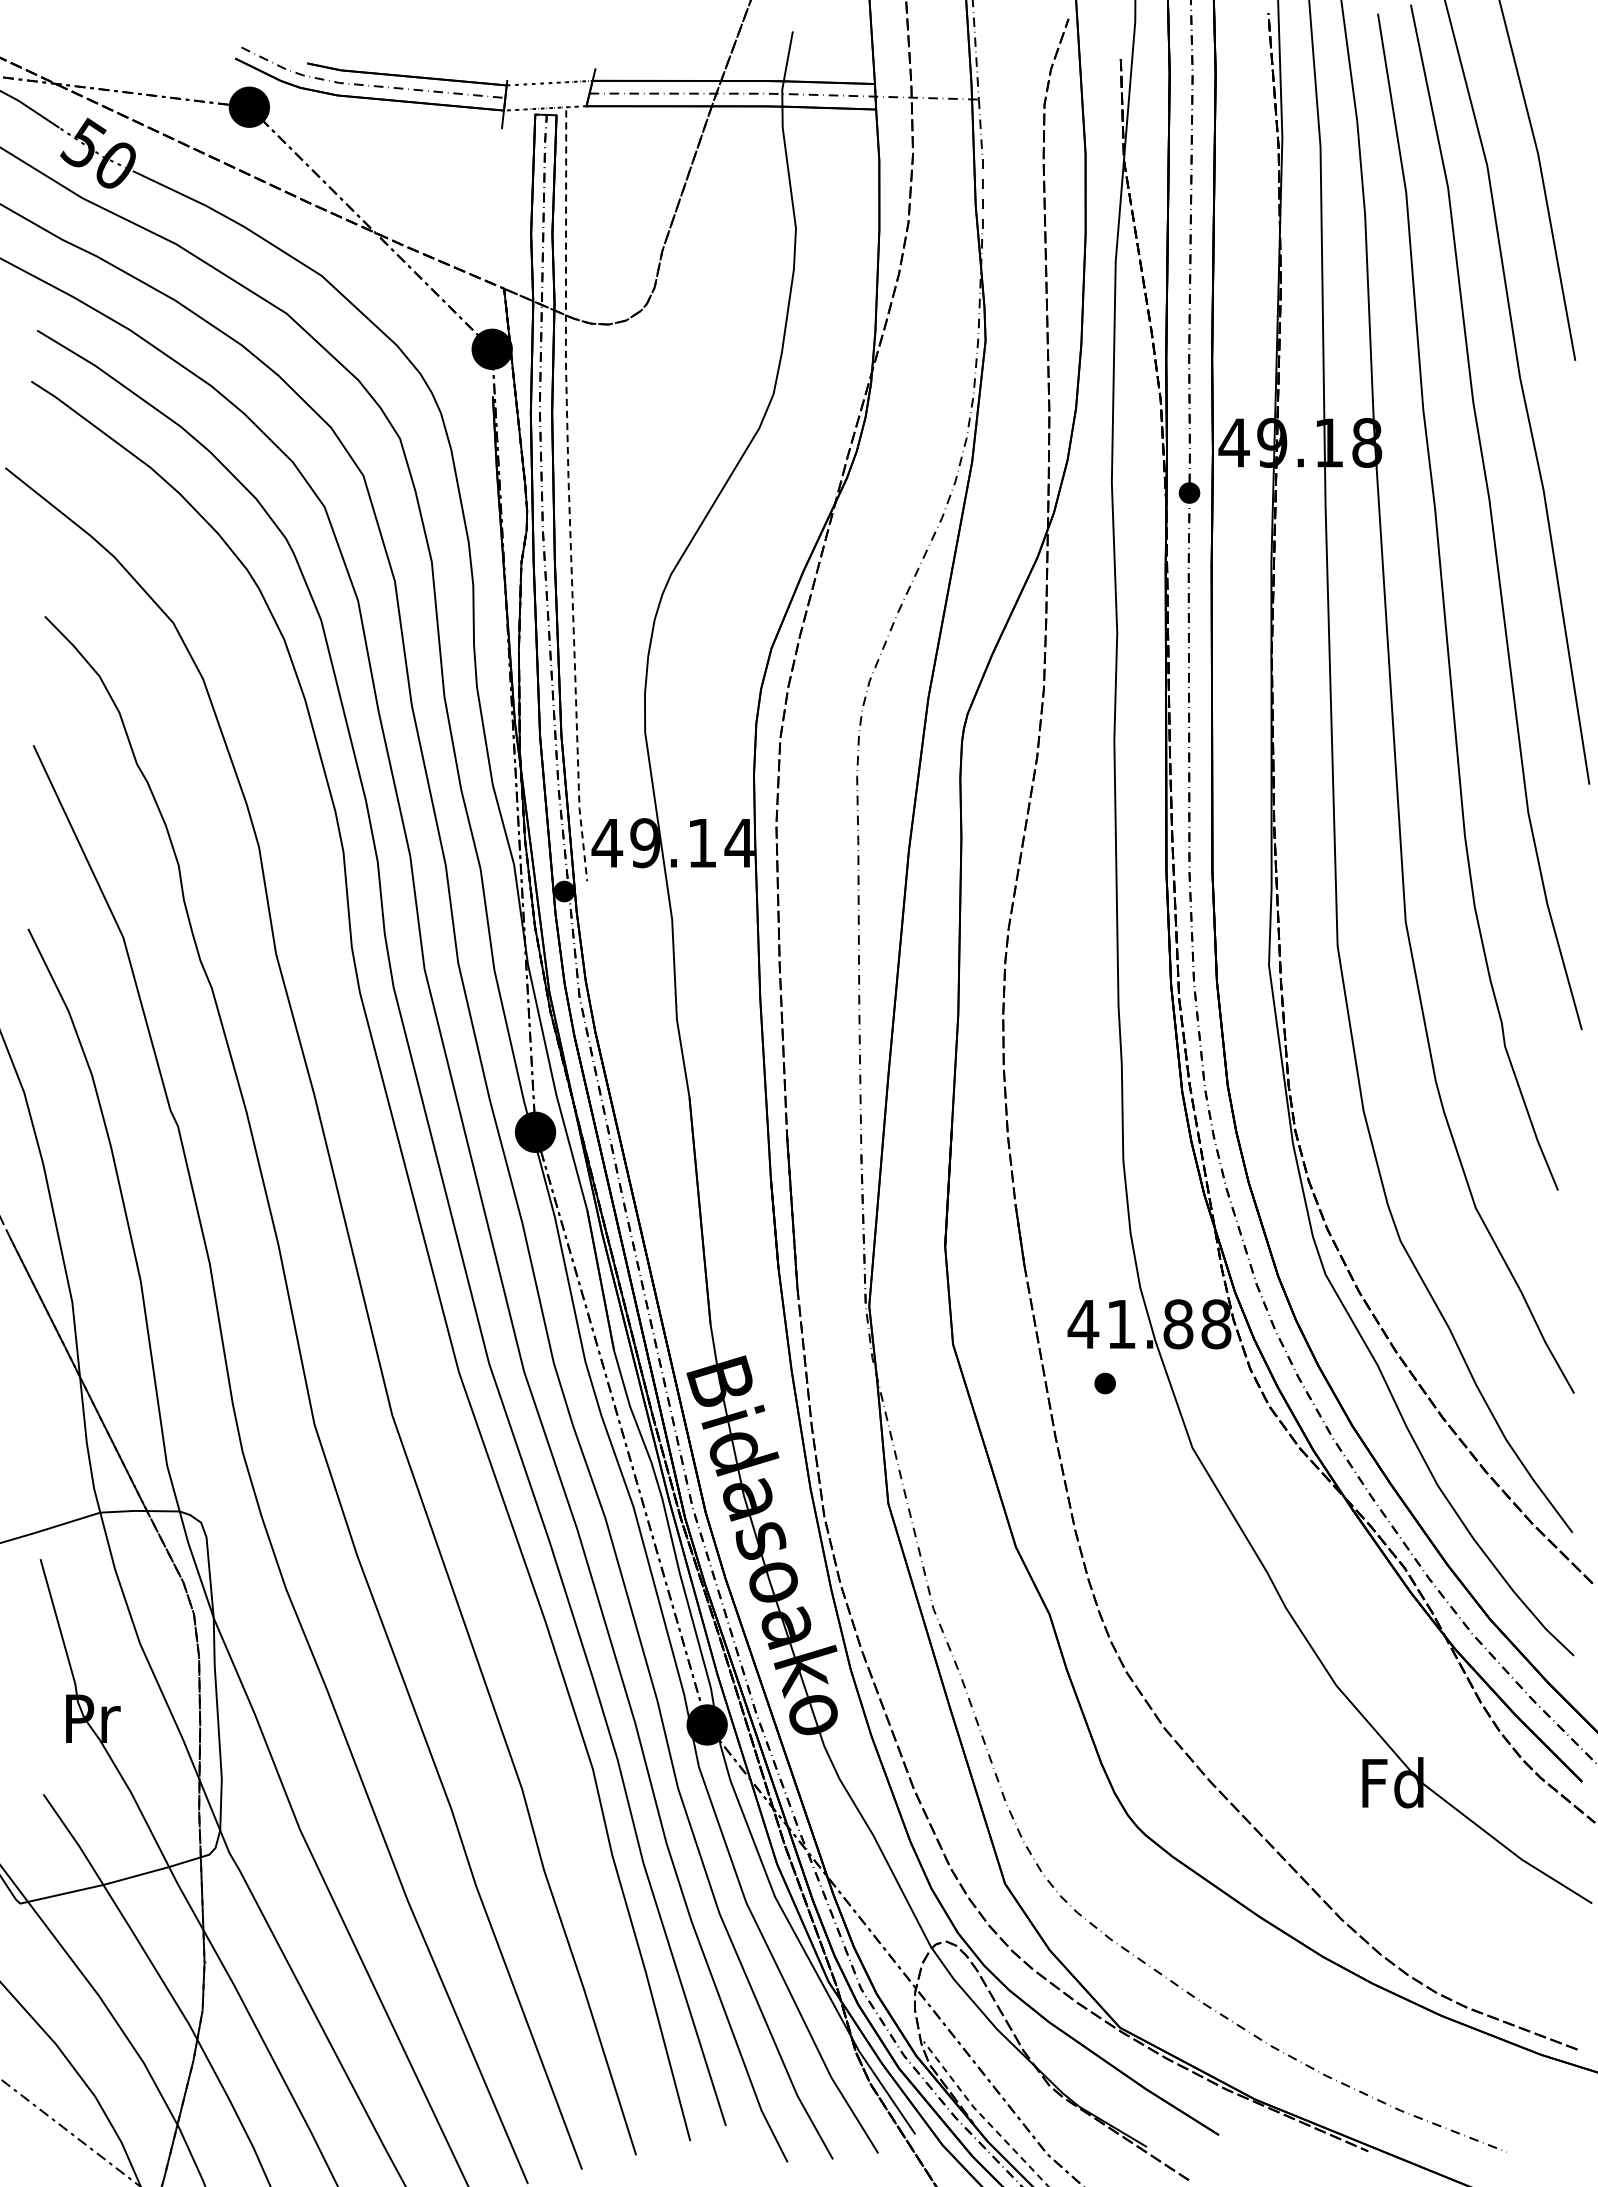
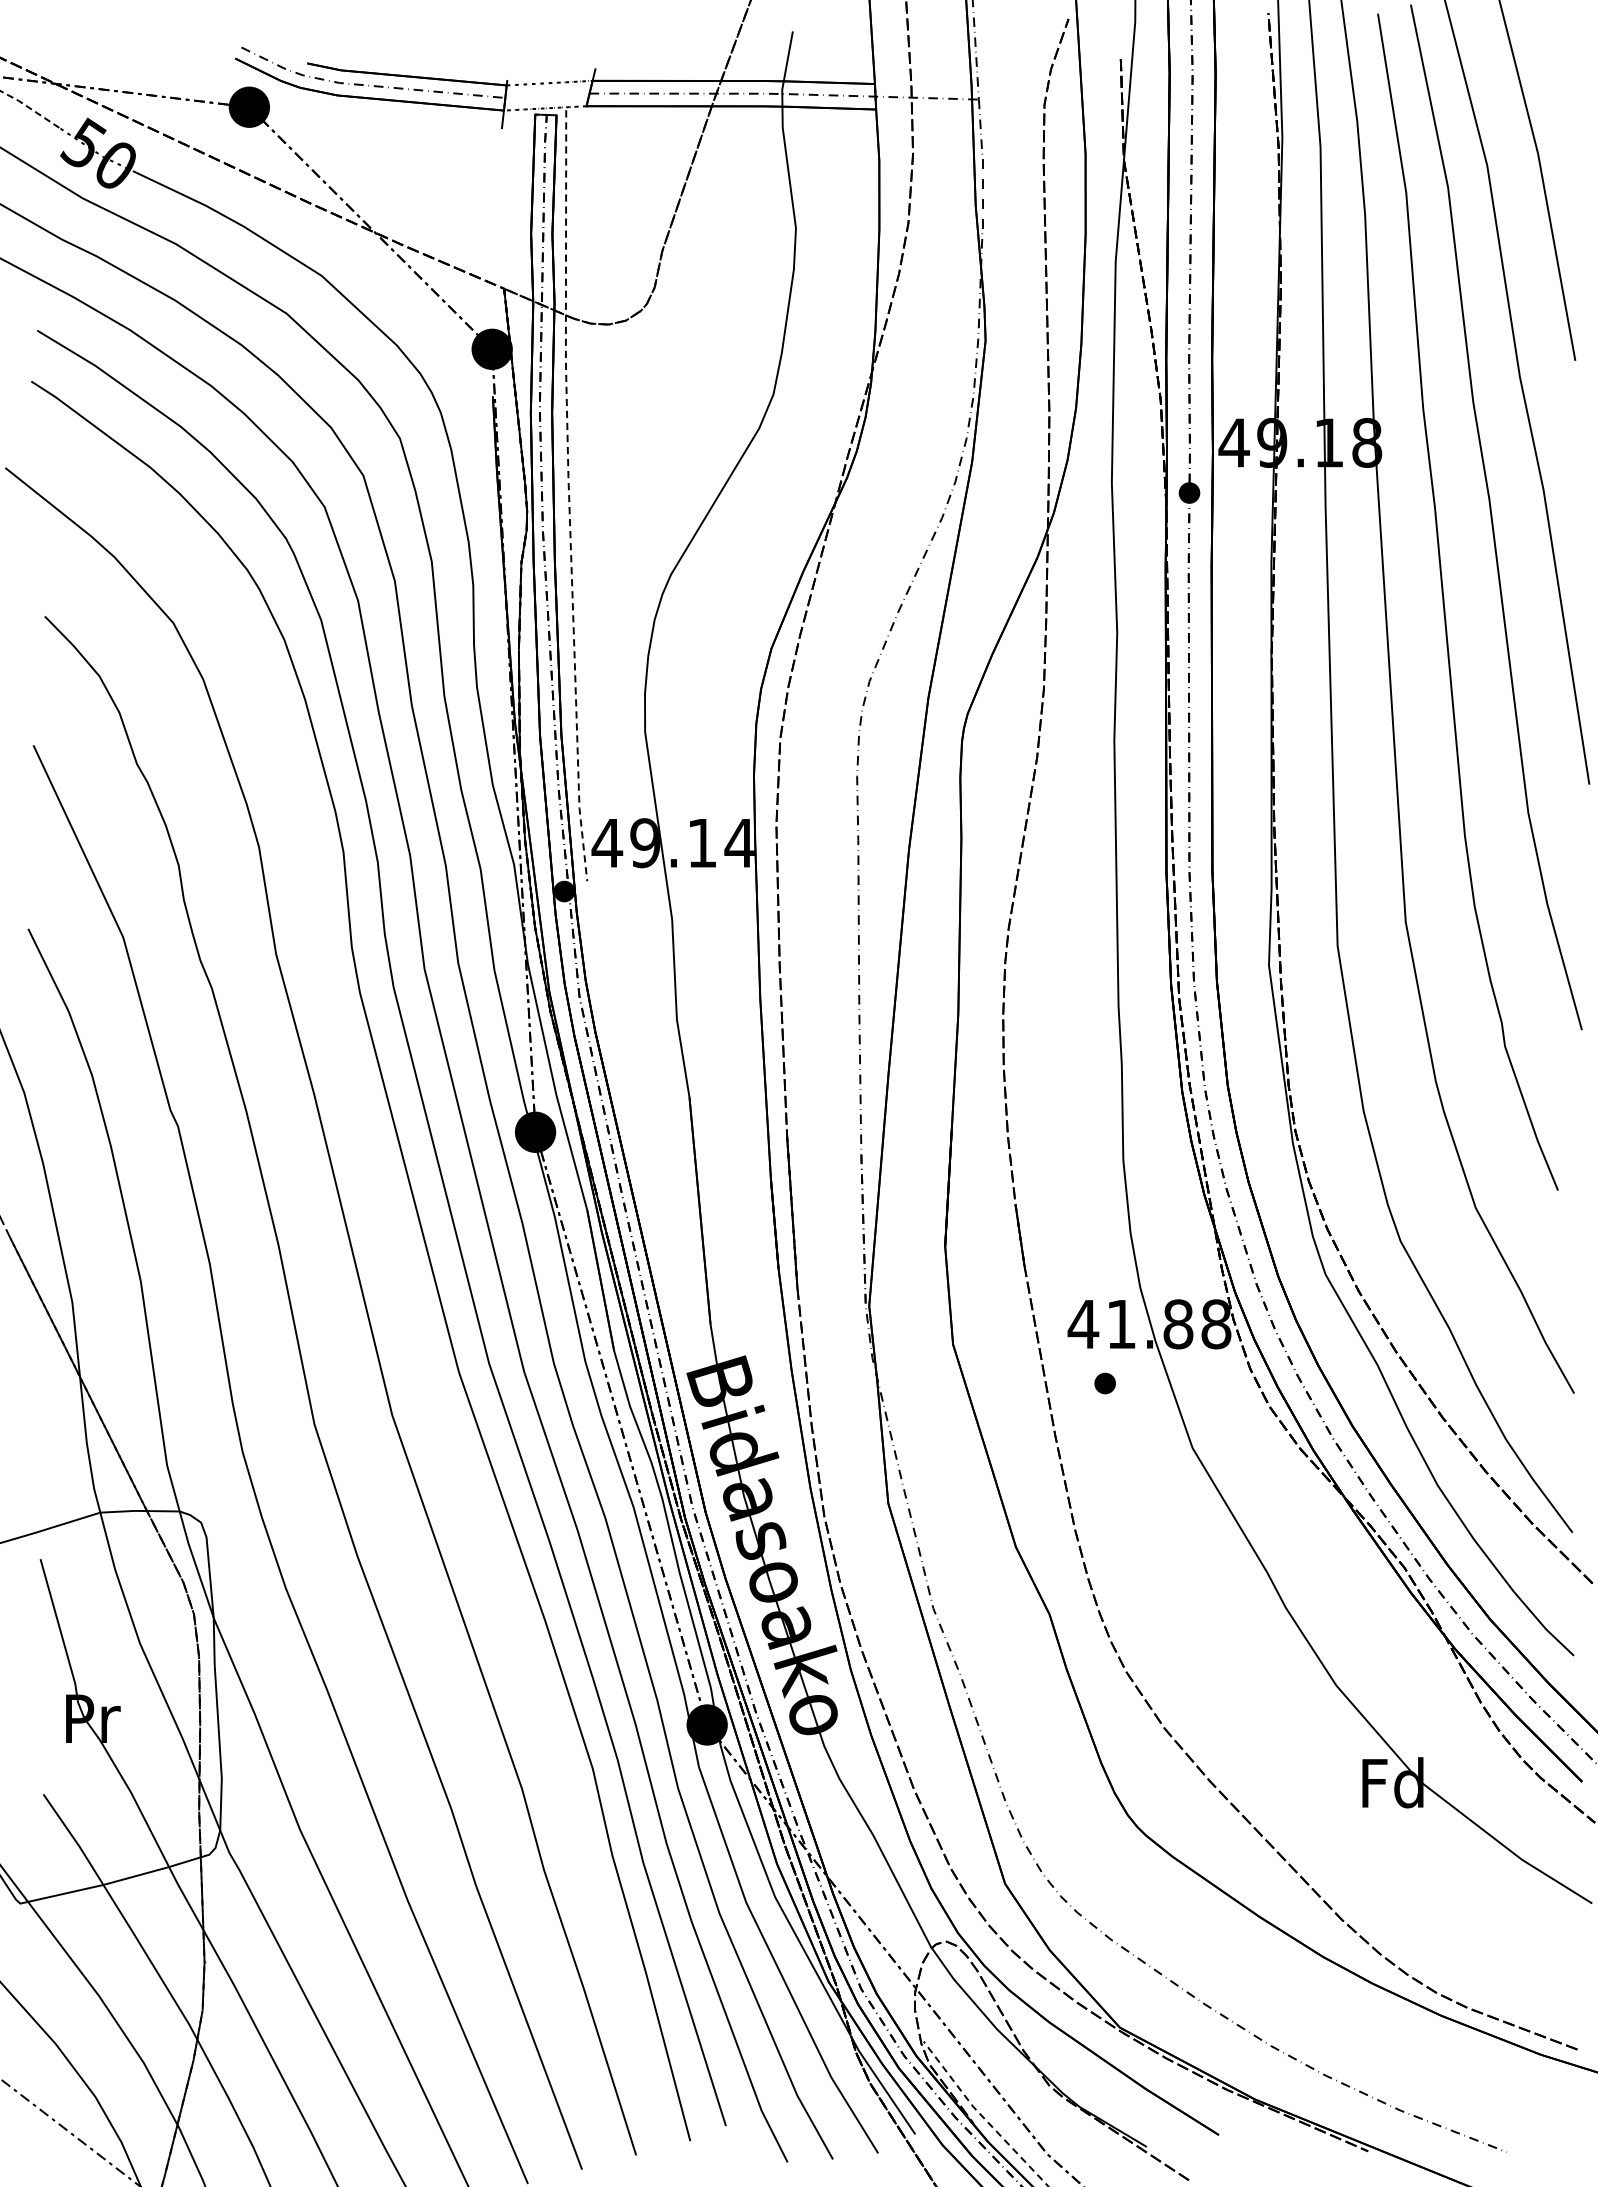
line at (29, 107): solid -> dashed
